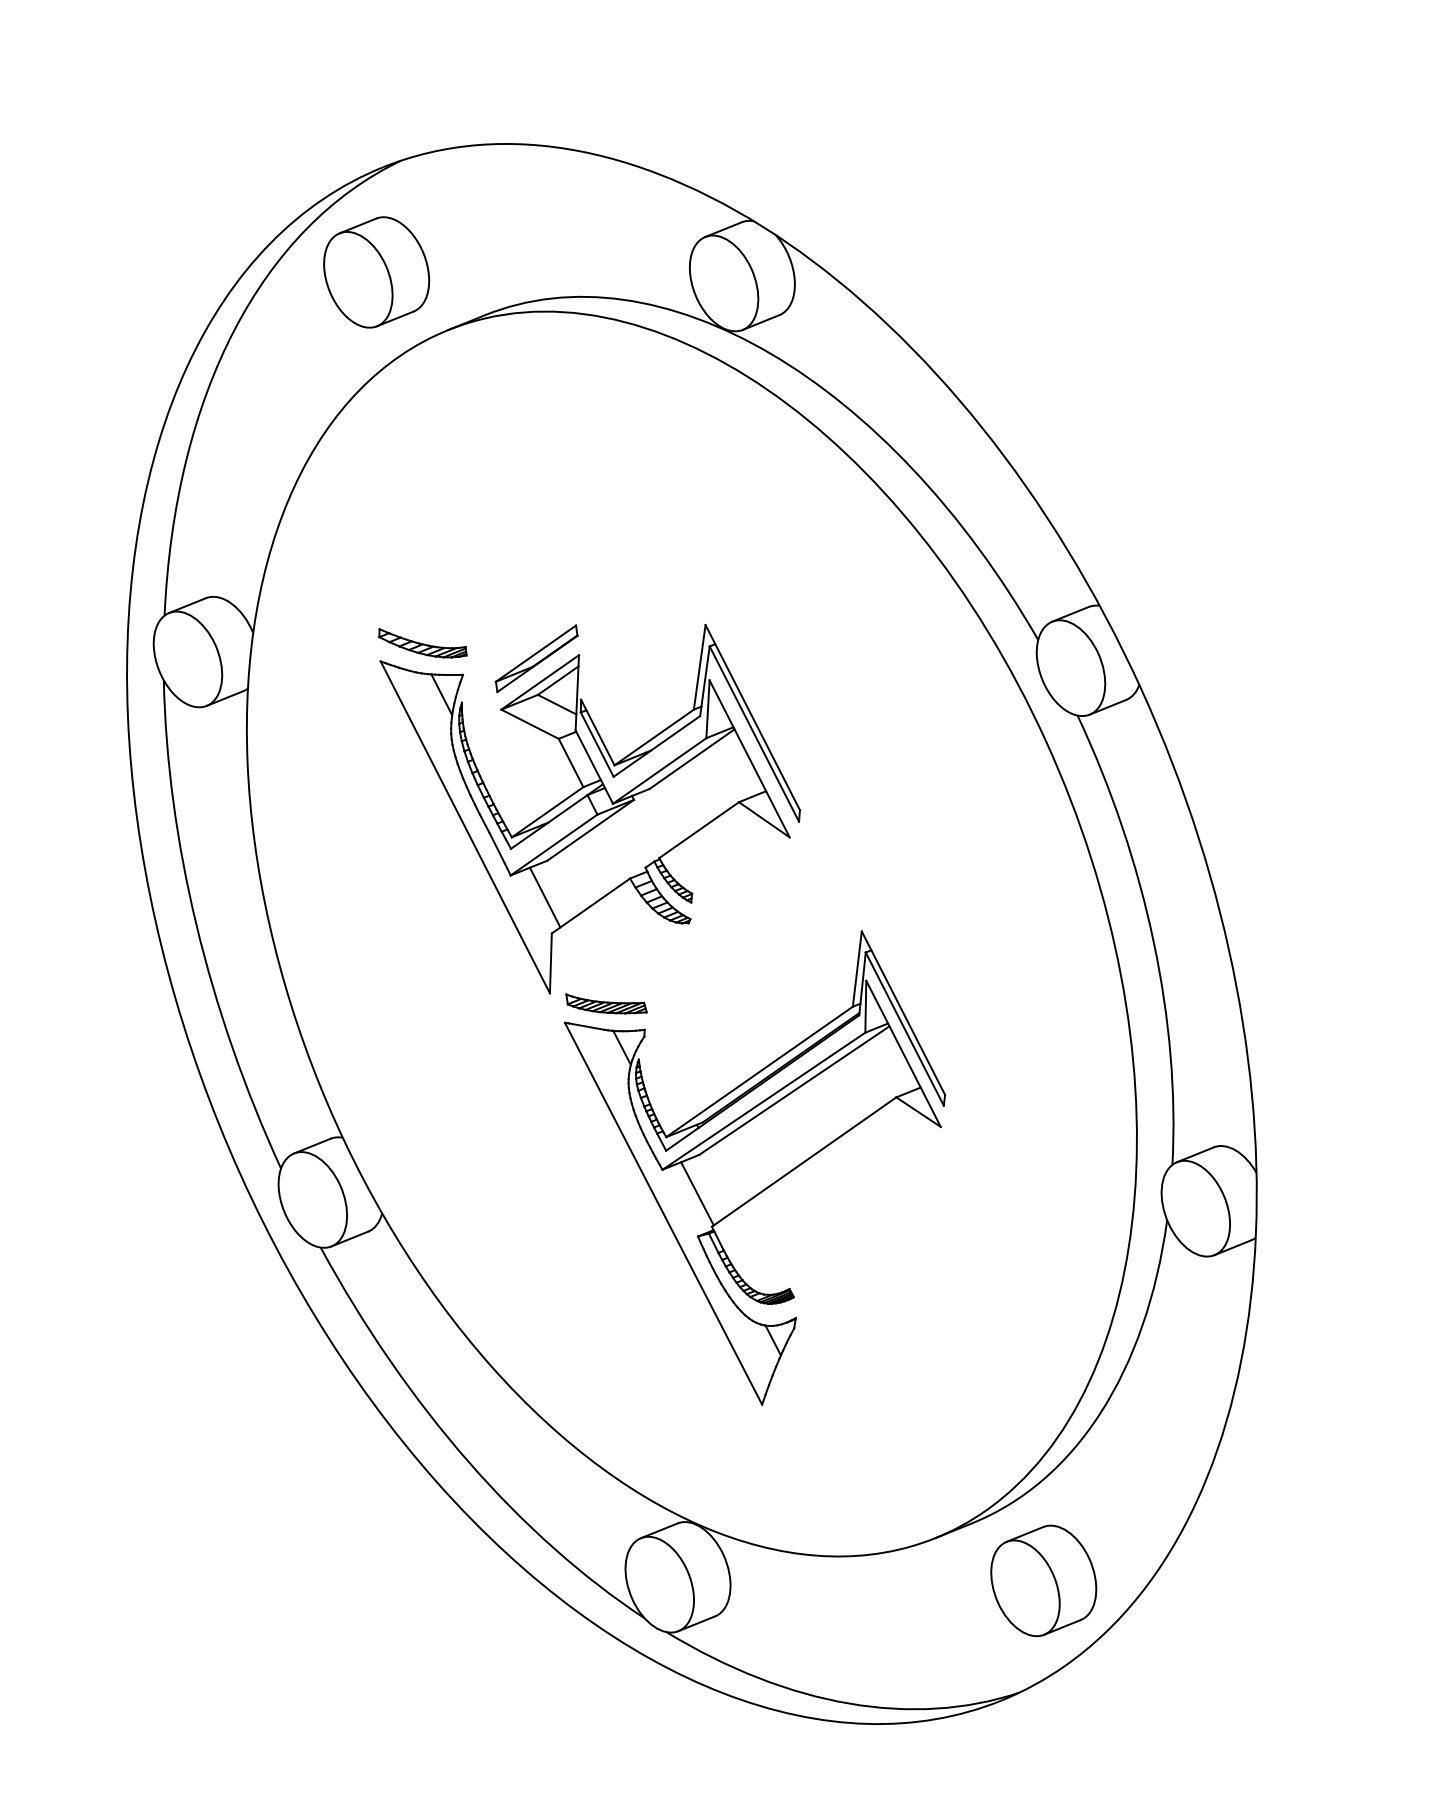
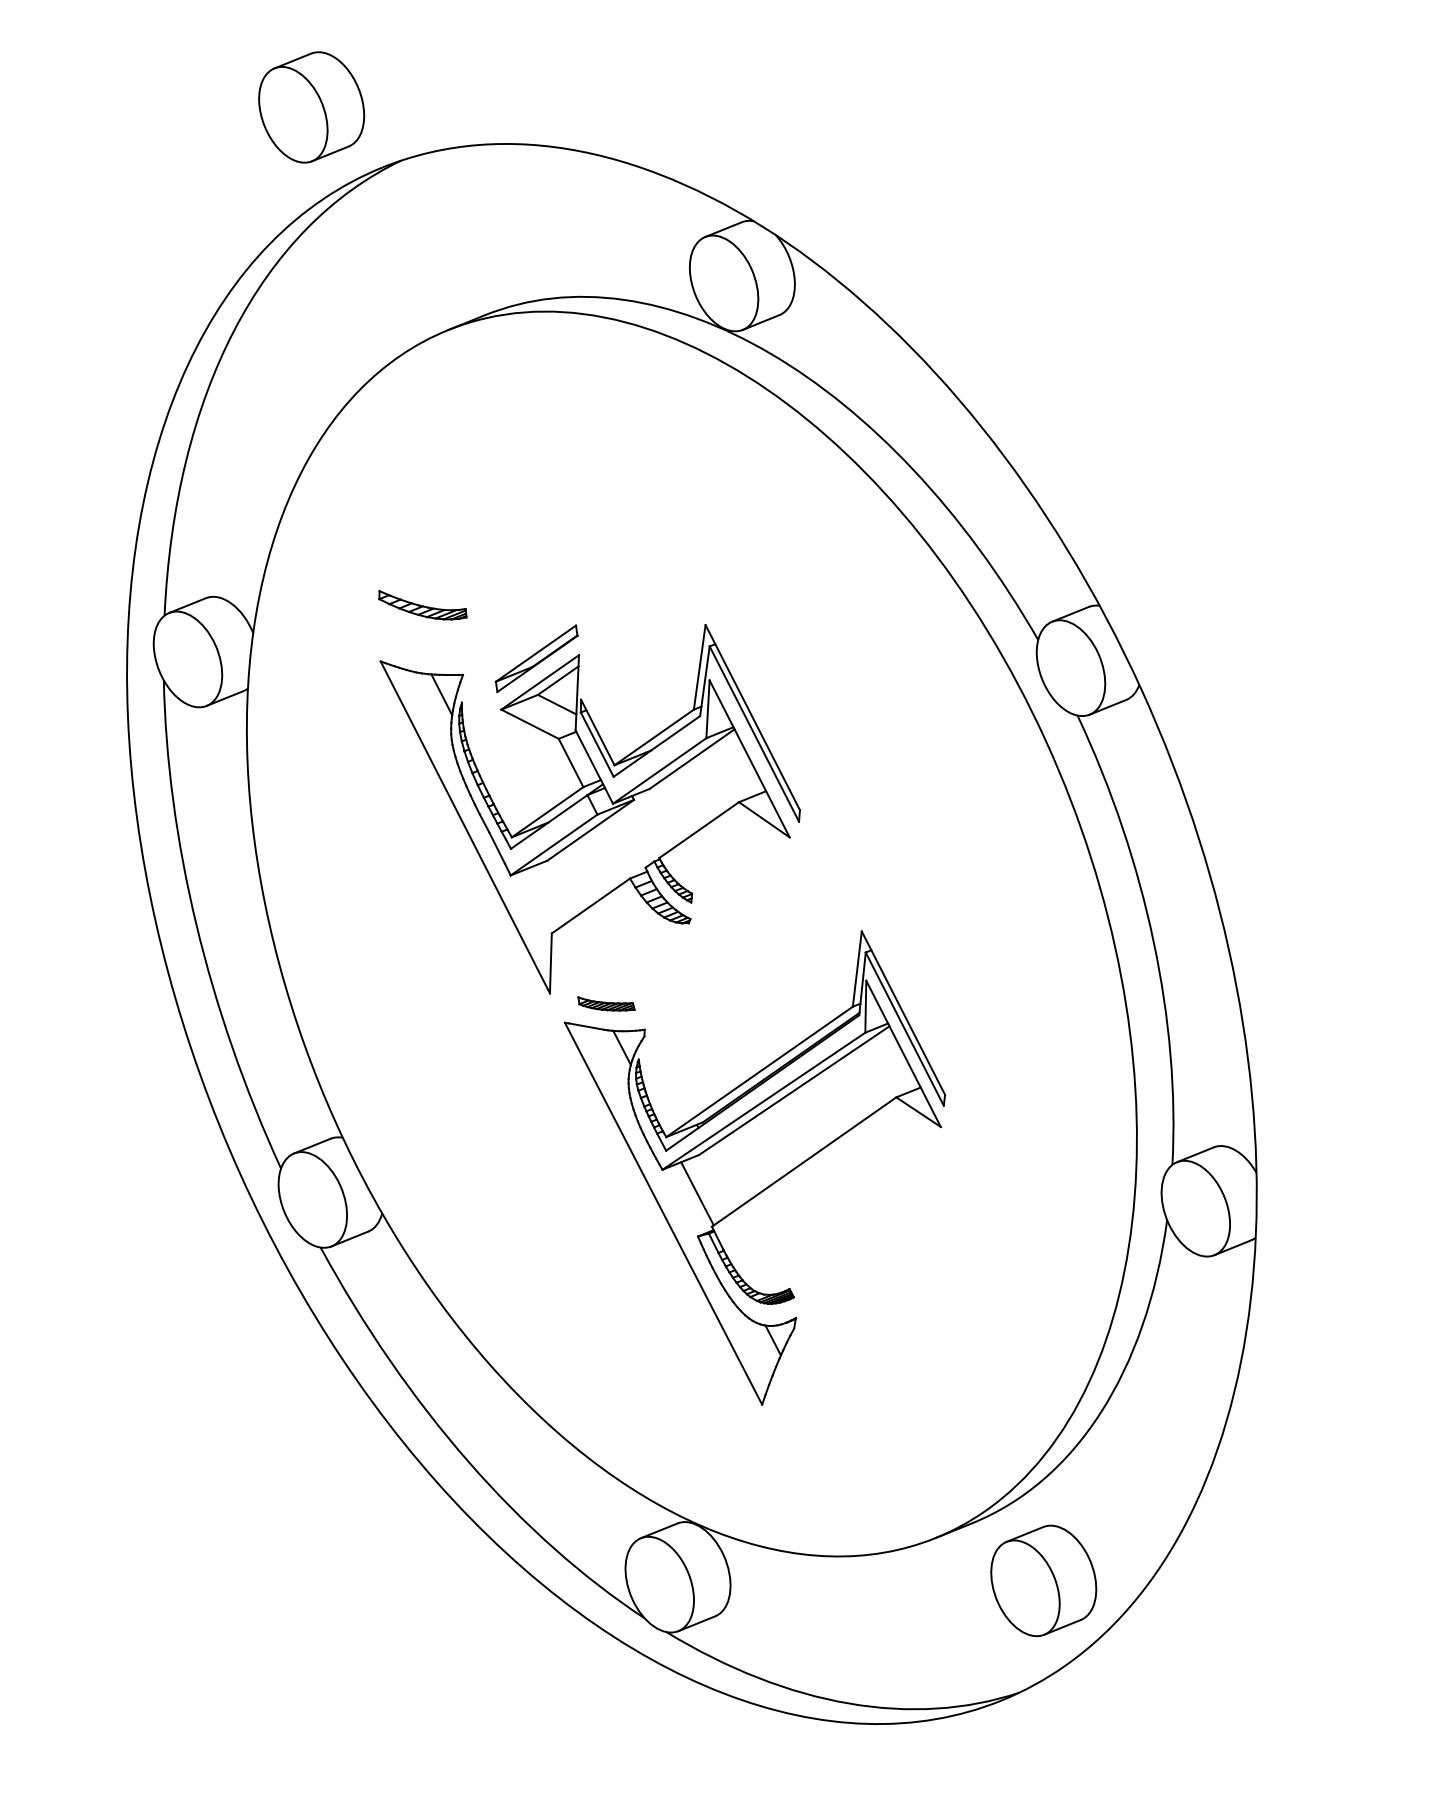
part at (376, 272) position: (376, 272) -> (311, 107)
part at (422, 643) position: (422, 643) -> (422, 605)
line at (544, 897): present -> none
part at (606, 1003) size: 83x22 px -> 59x16 px
